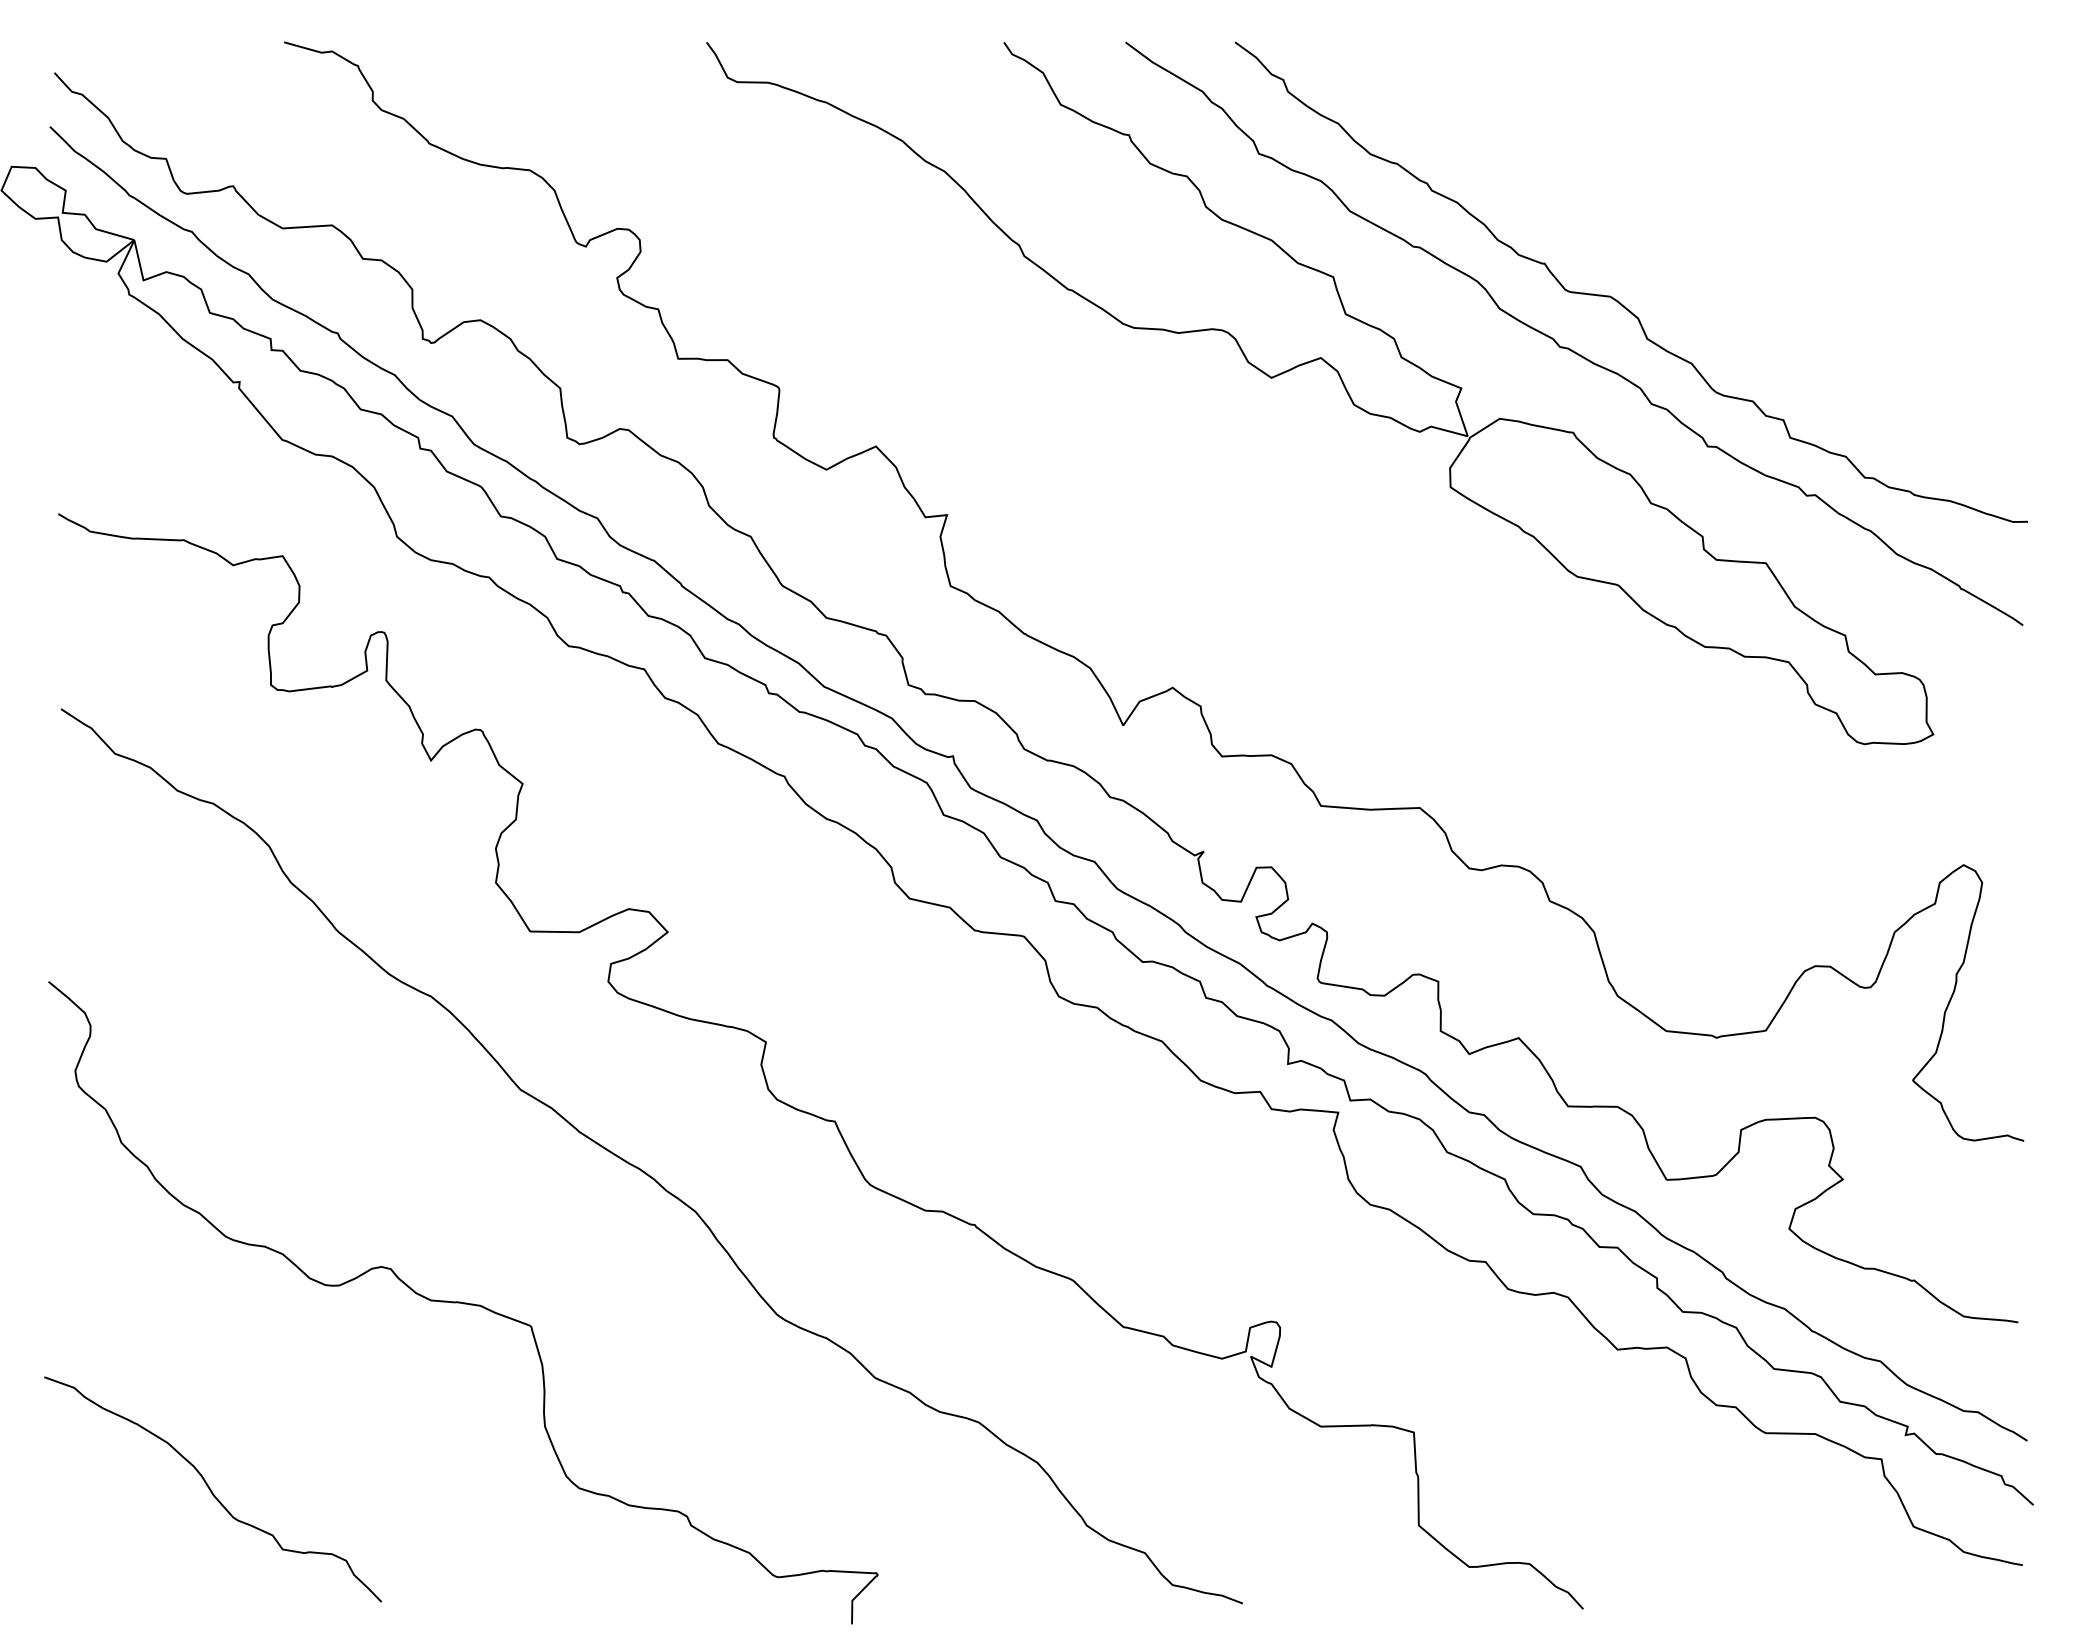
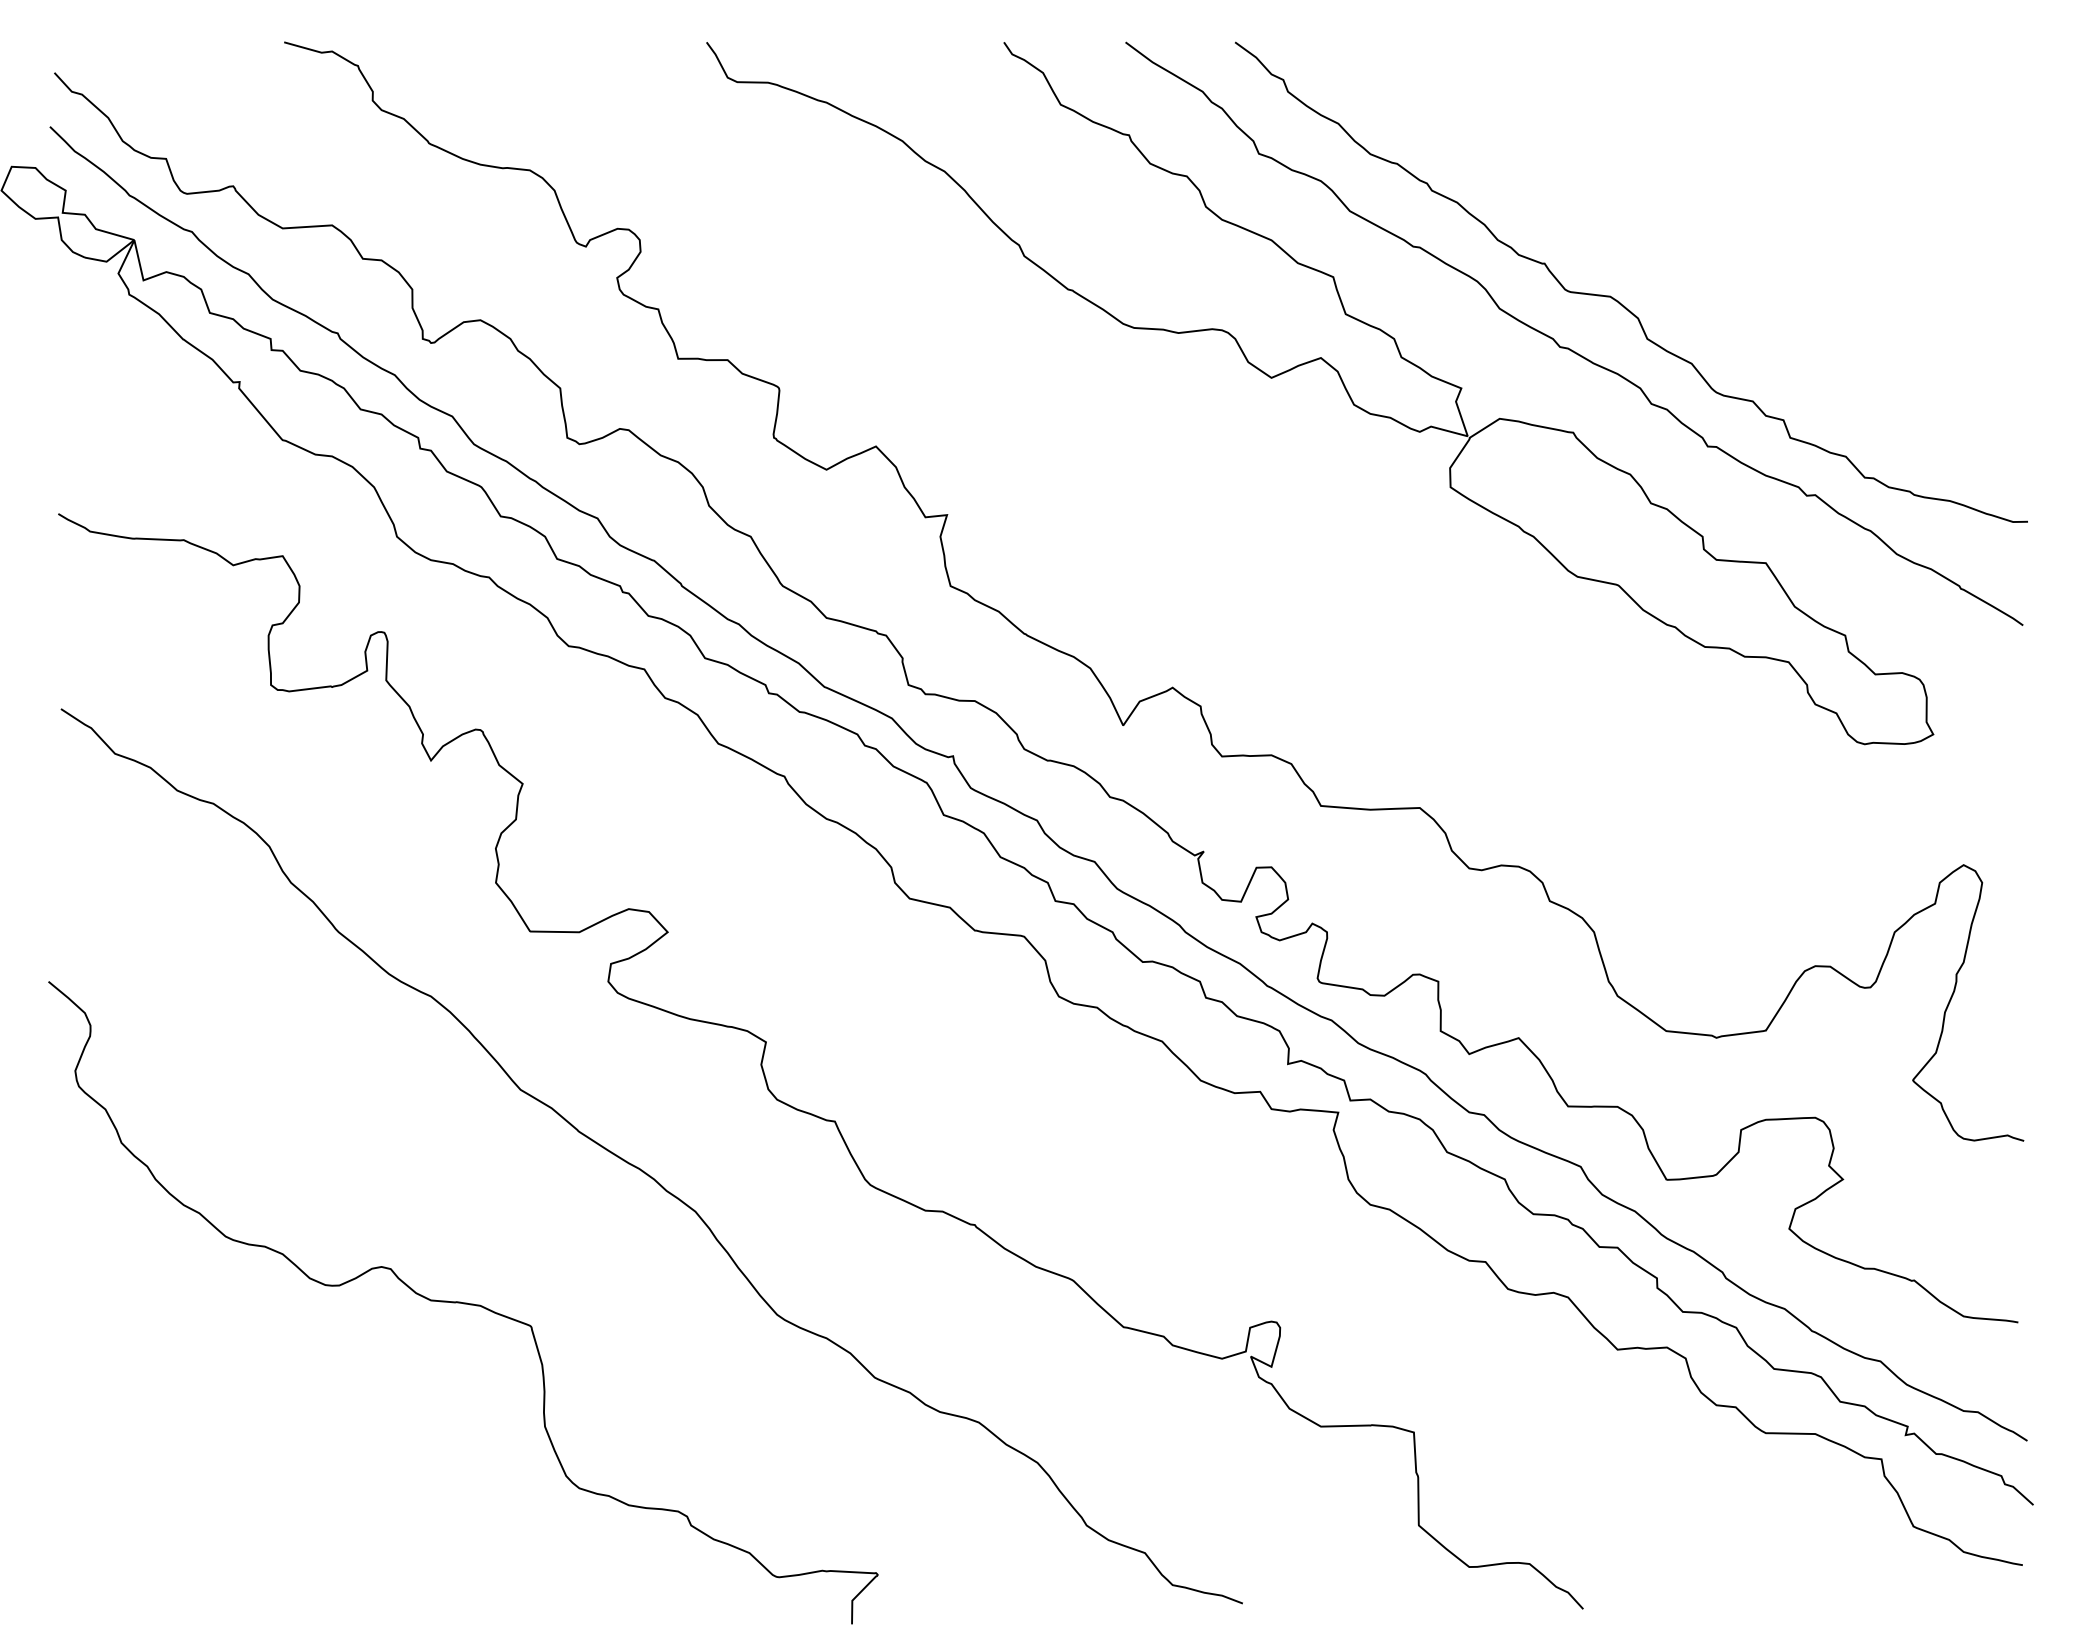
curve at (211, 1489): present -> none
